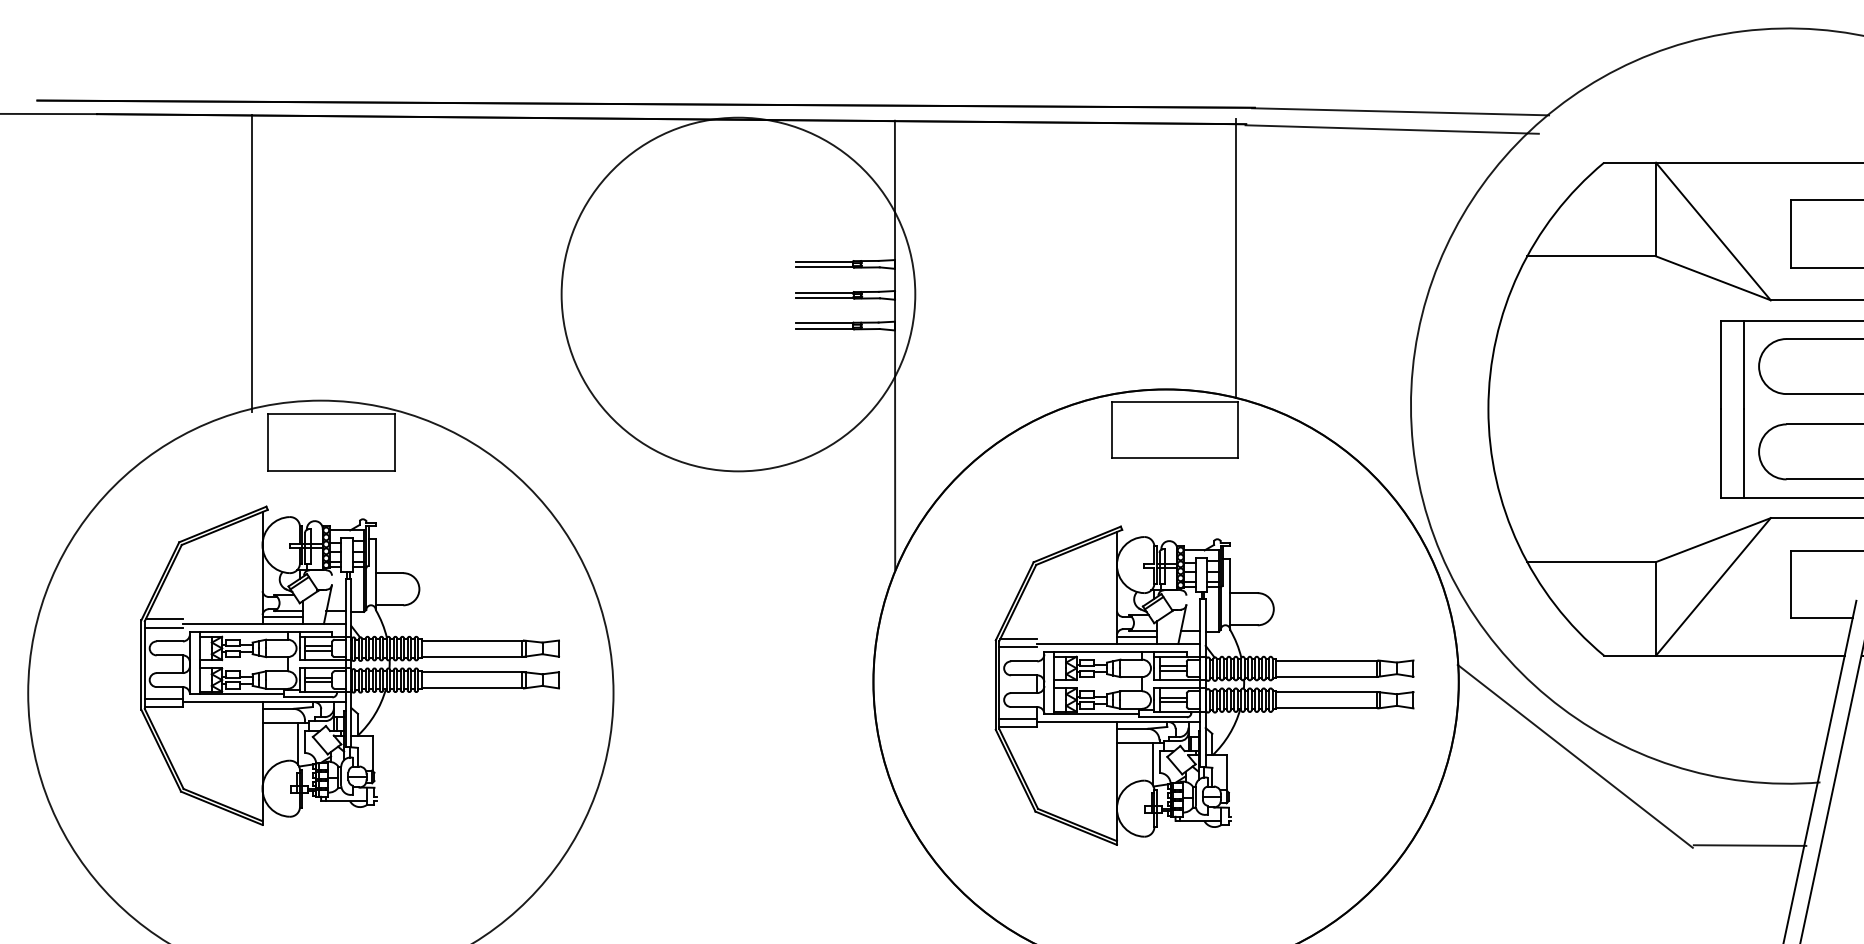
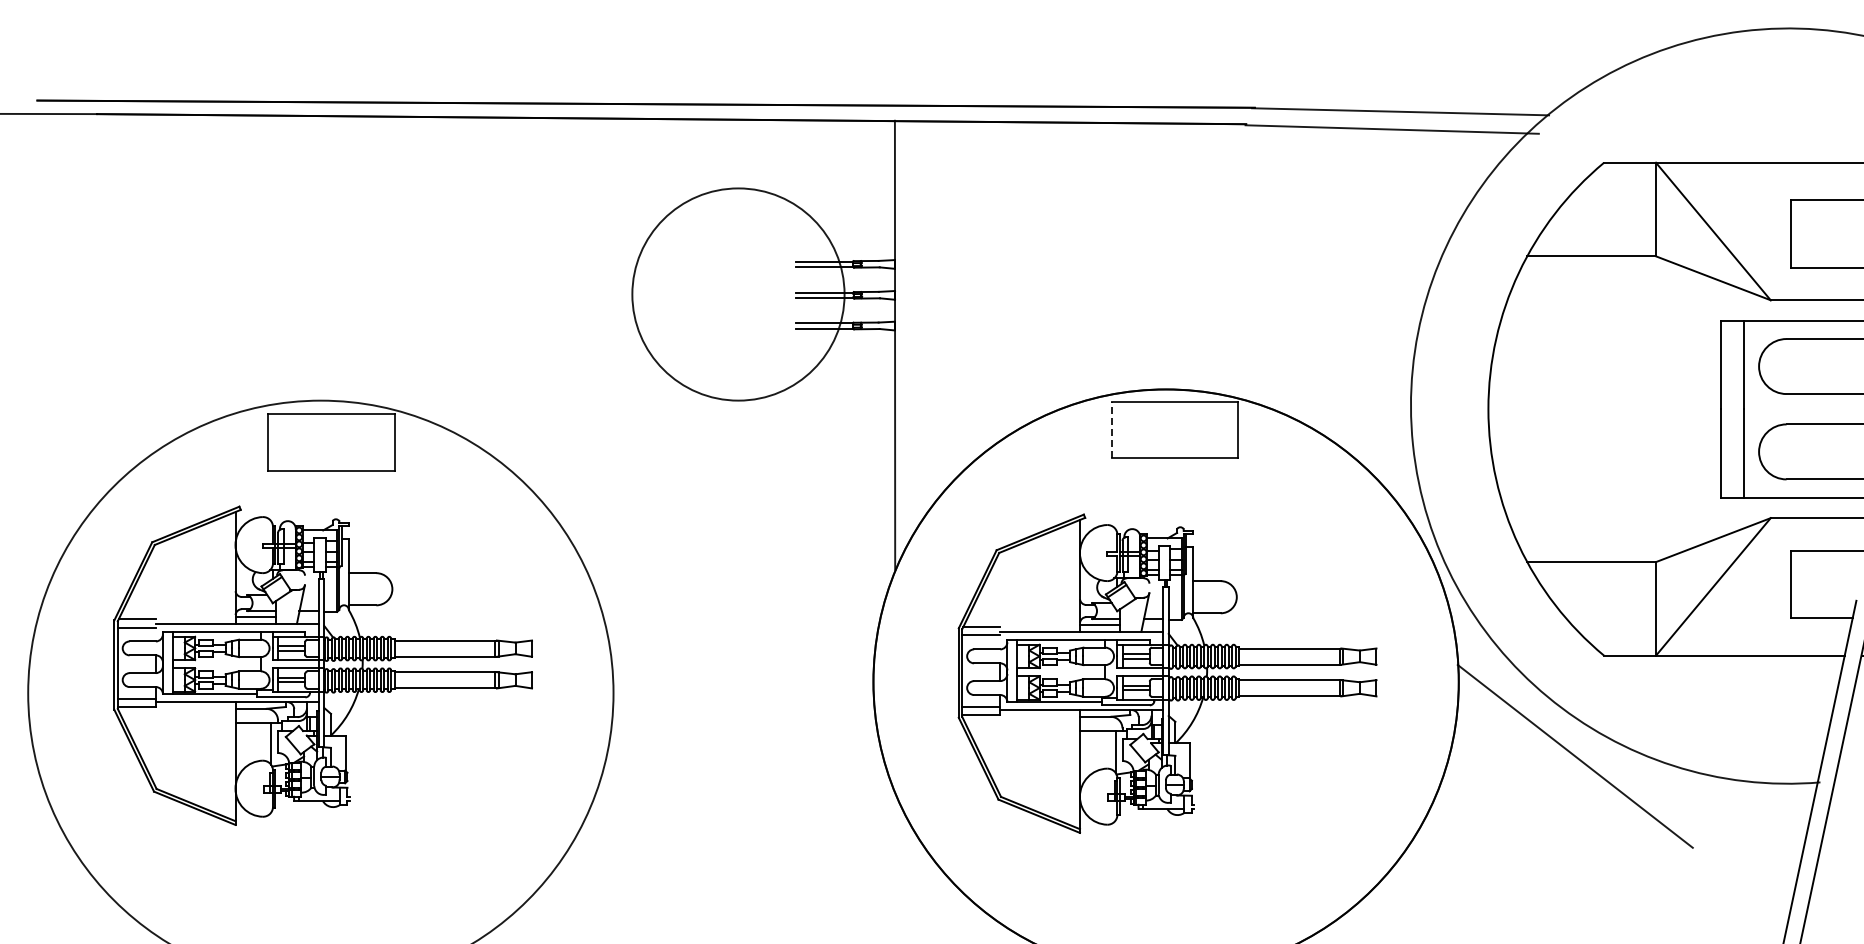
line at (1235, 258): present -> none
line at (251, 262): present -> none
circle at (738, 294) diameter: 354 px -> 212 px
line at (1111, 429): solid -> dashed
part at (349, 665) position: (349, 665) -> (322, 665)
part at (1204, 685) position: (1204, 685) -> (1167, 673)
line at (1749, 845): present -> none
